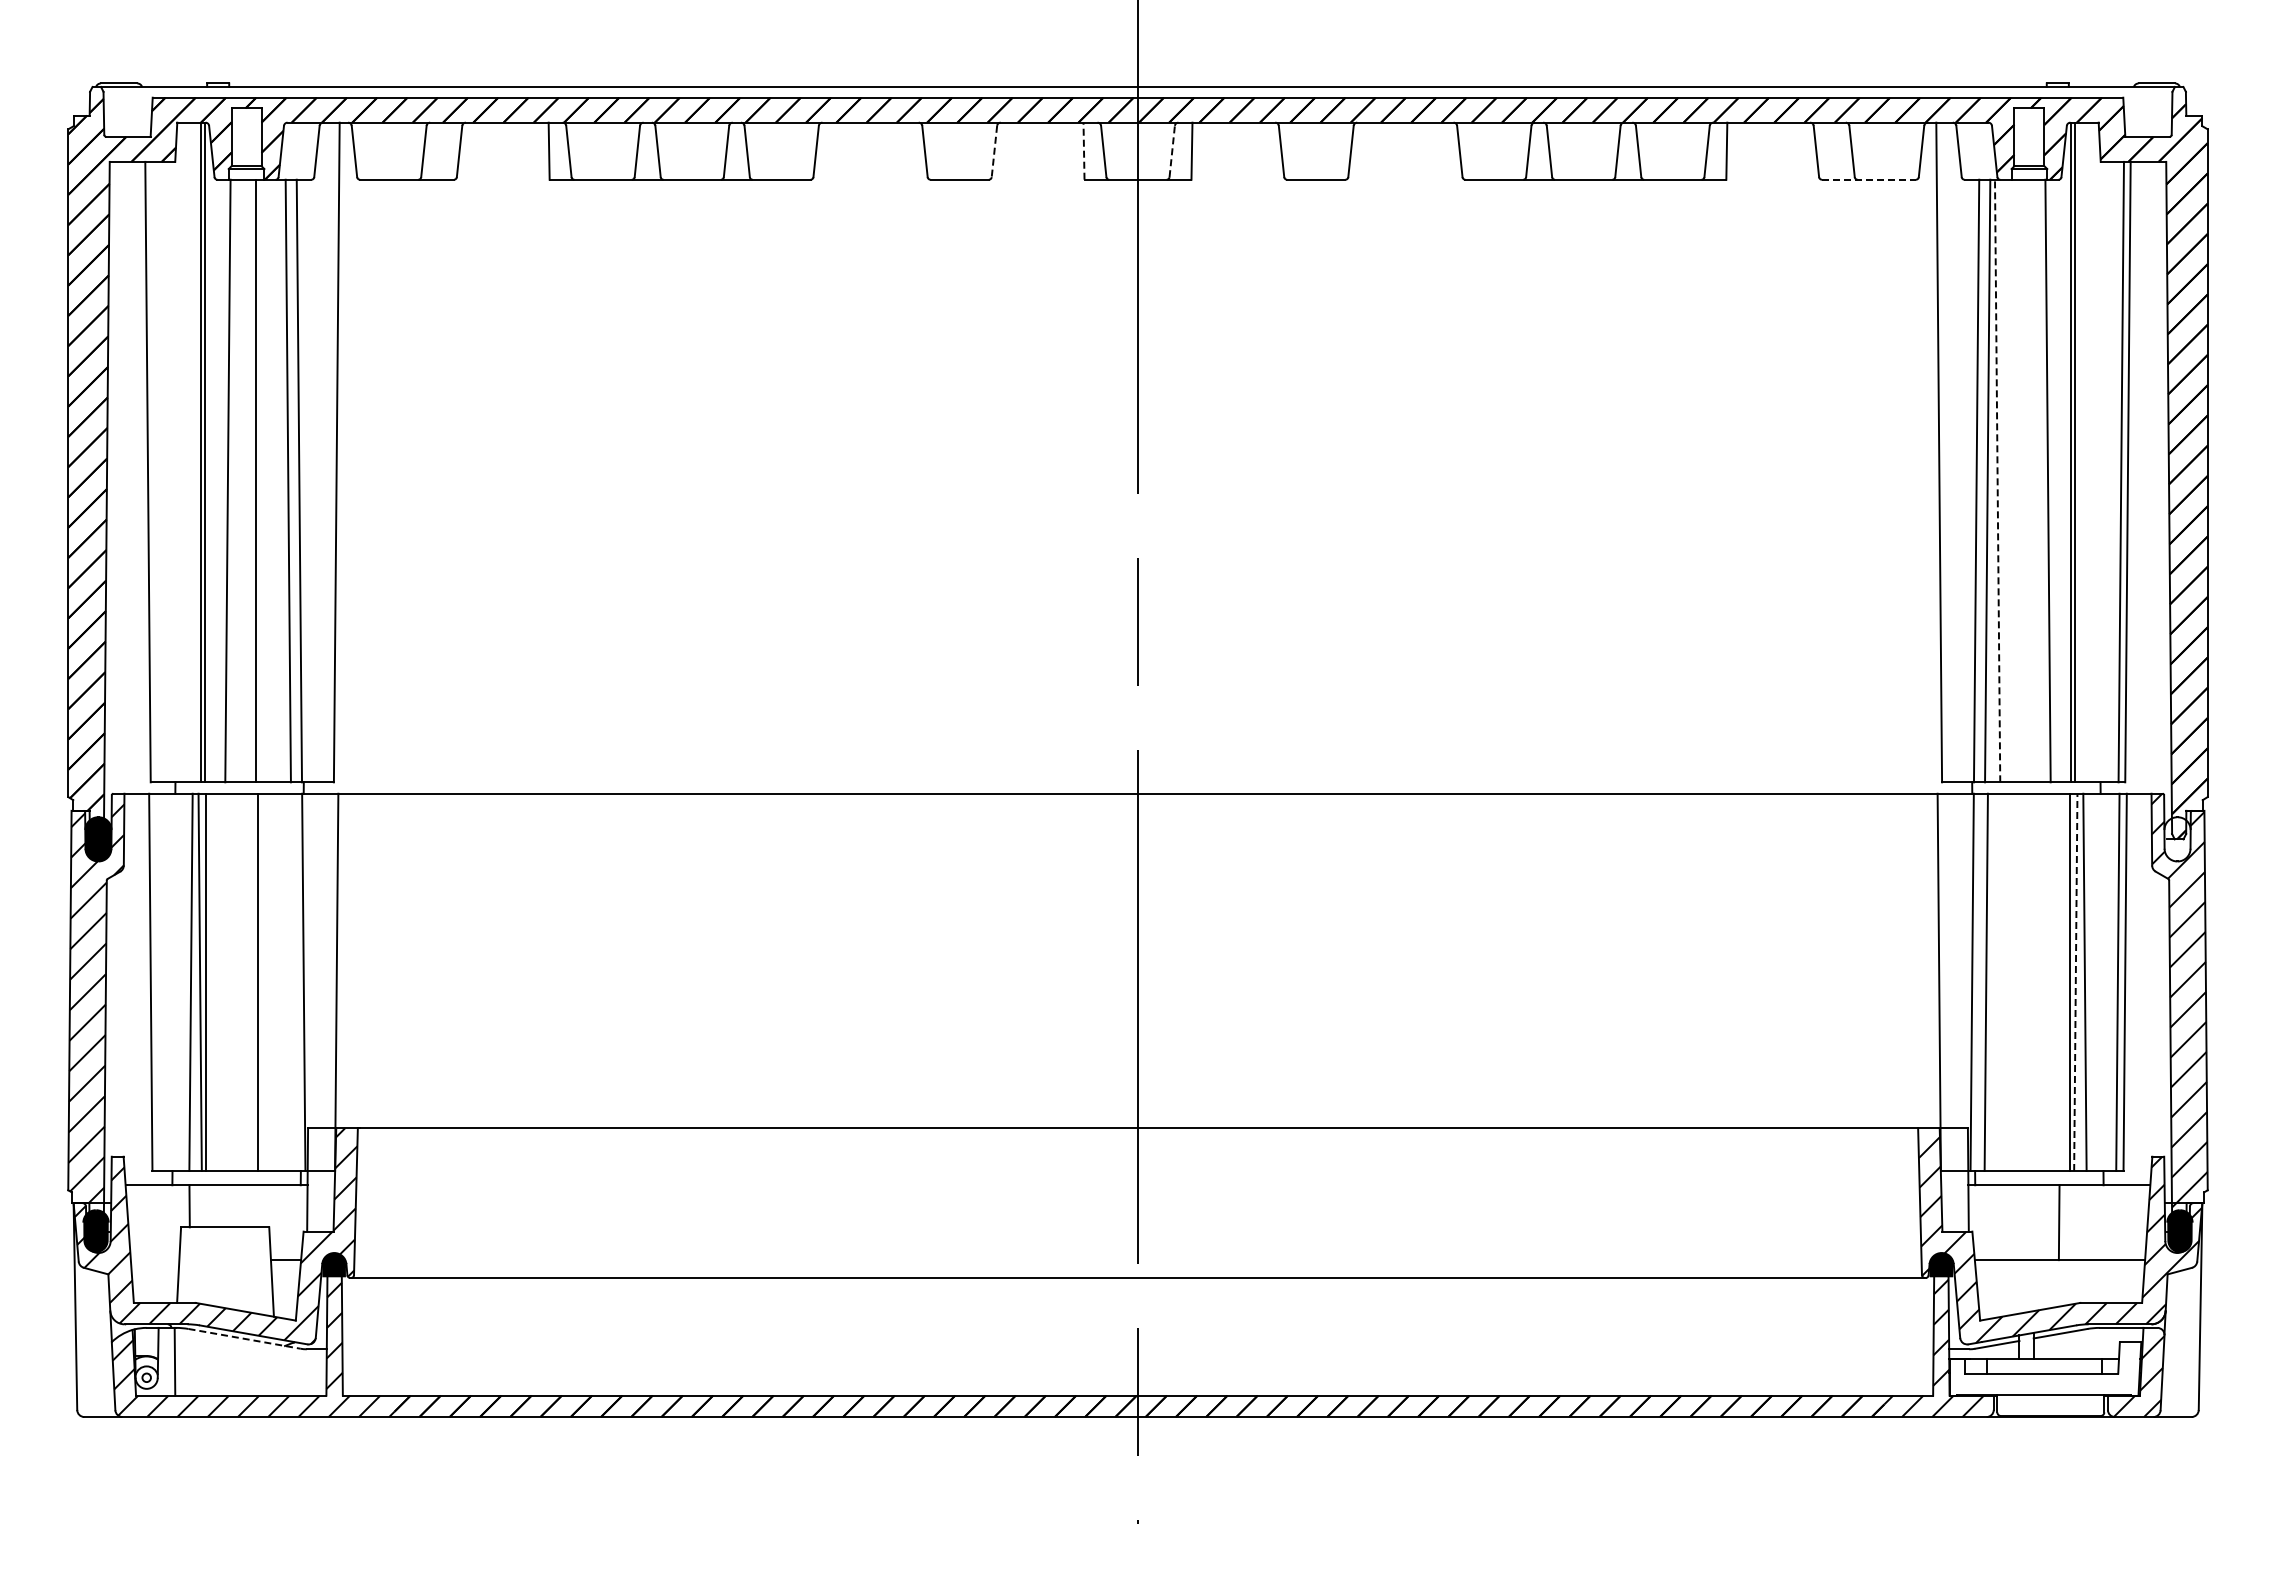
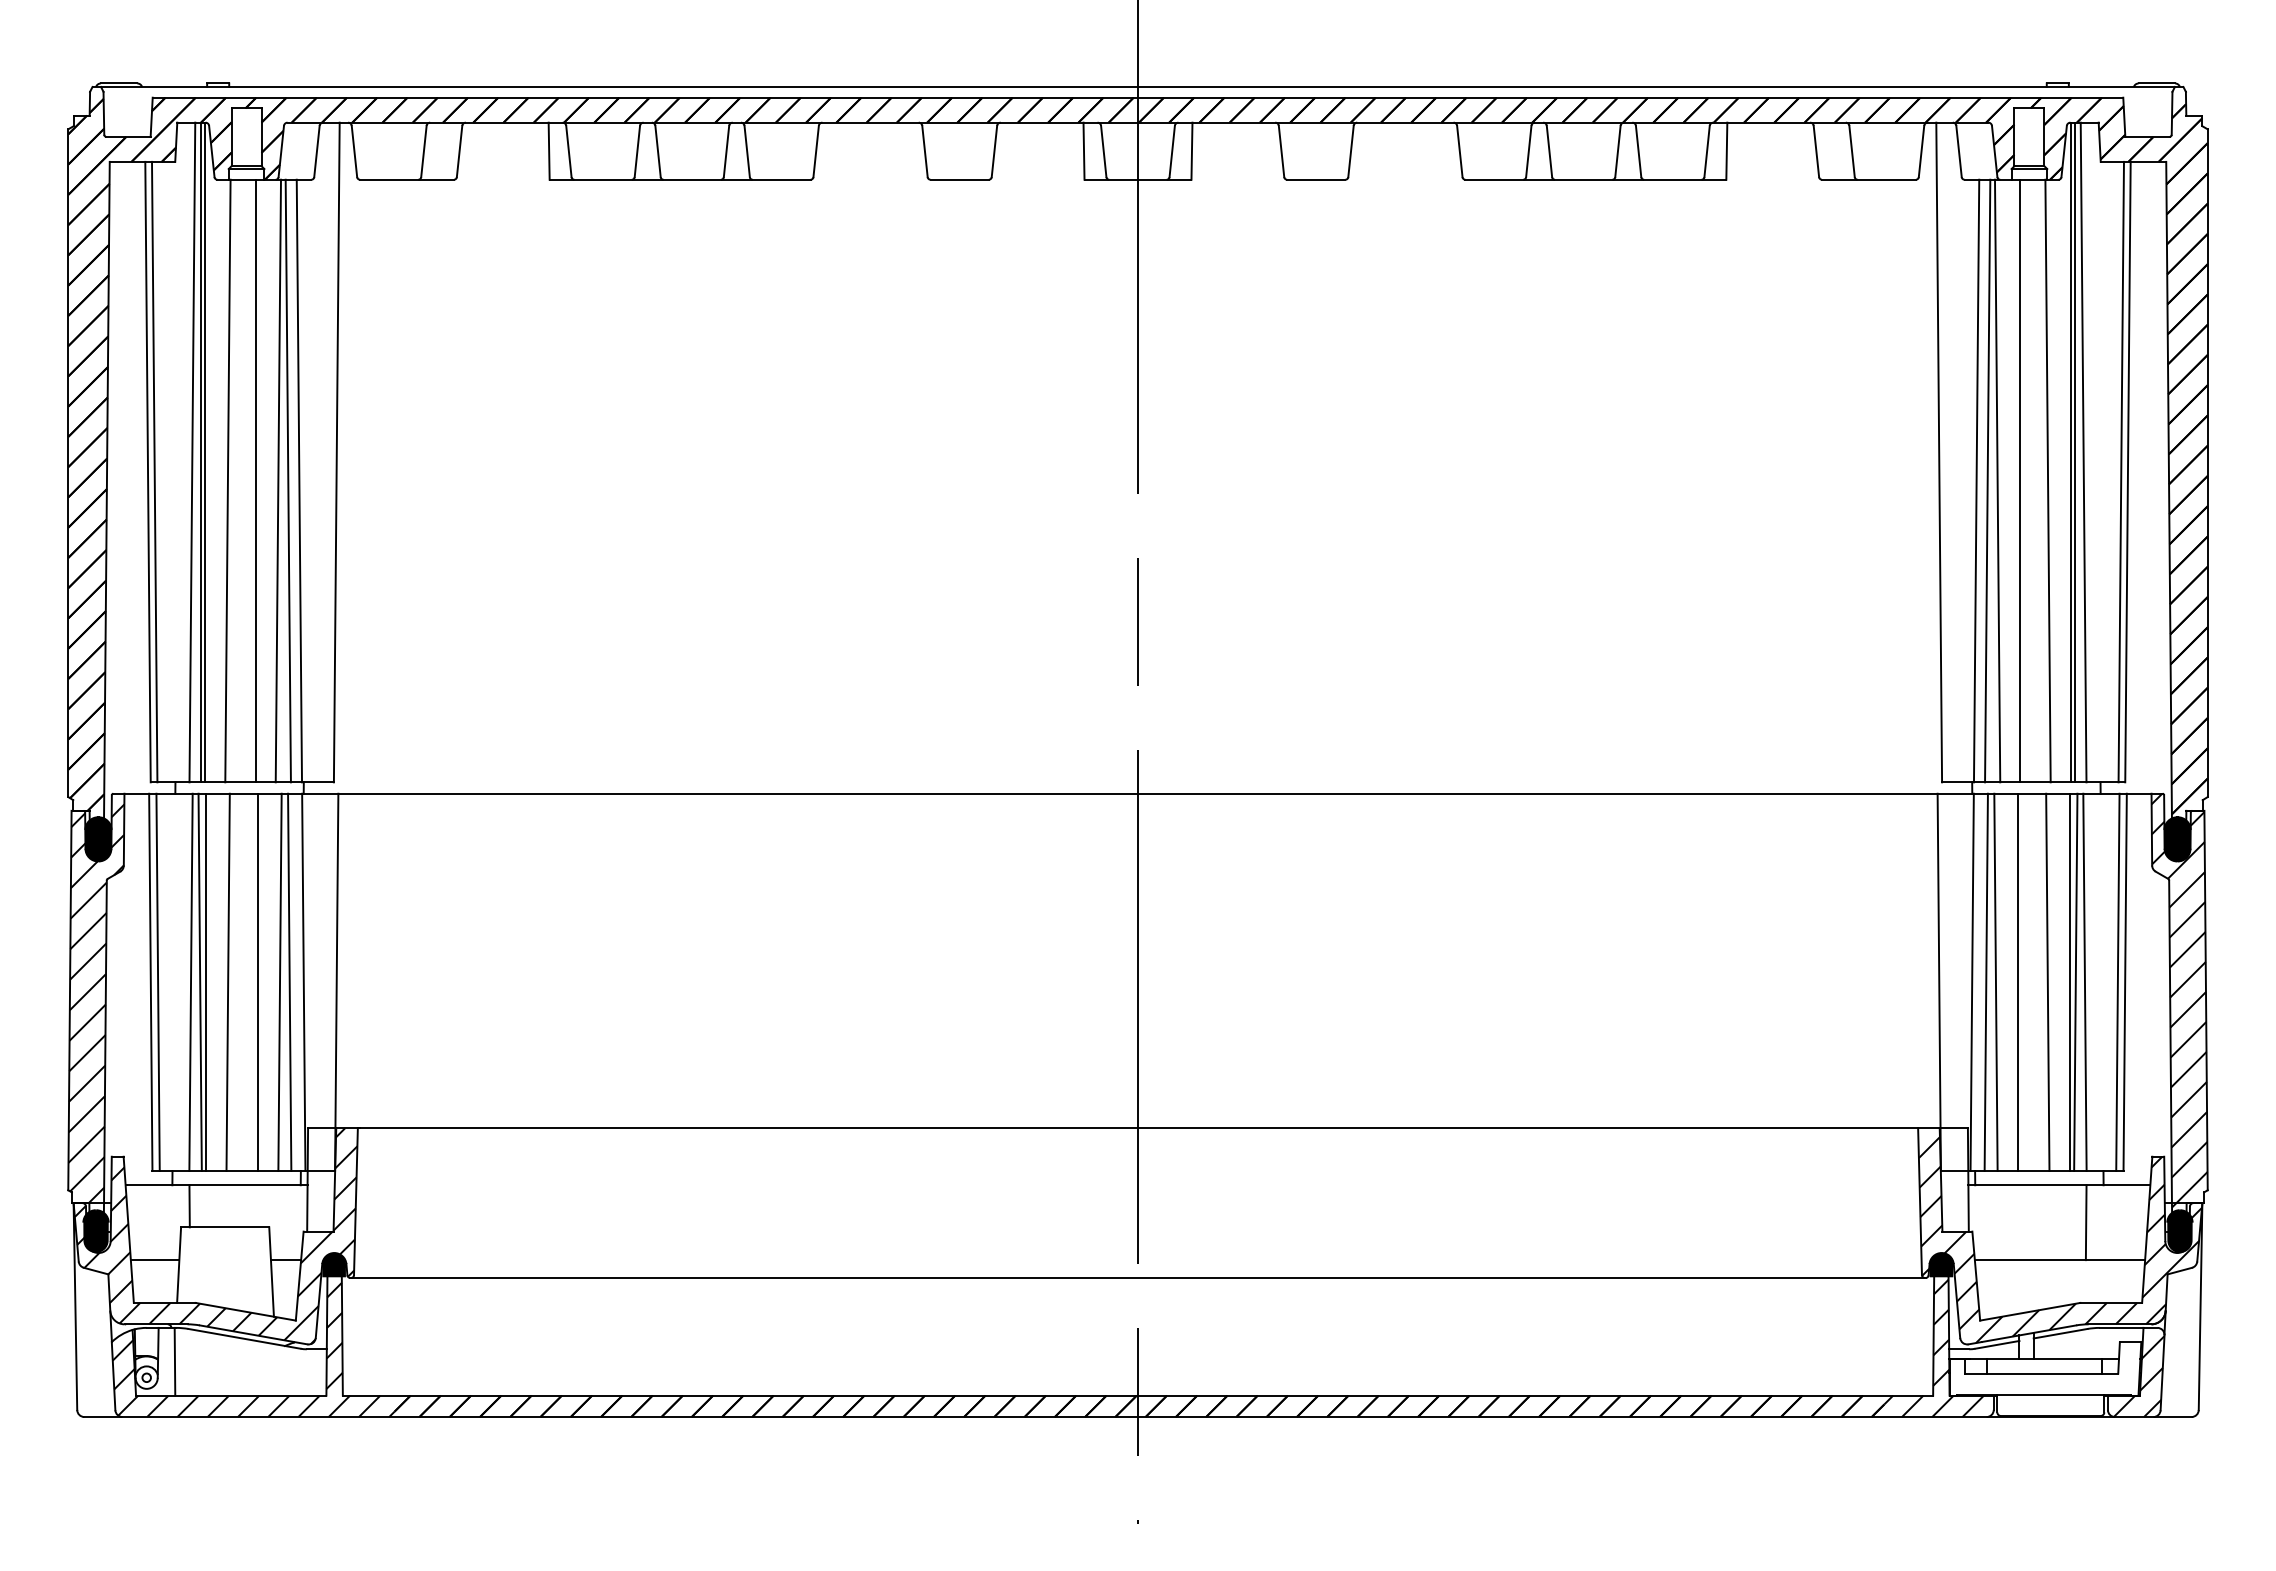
line at (994, 151): dashed -> solid
line at (1084, 151): dashed -> solid
line at (1172, 151): dashed -> solid
line at (1869, 179): dashed -> solid
line at (192, 452): none -> present
line at (2083, 452): none -> present
line at (154, 471): none -> present
line at (278, 480): none -> present
line at (1997, 480): dashed -> solid
line at (2020, 480): none -> present
fill at (2177, 839): none -> present
line at (157, 982): none -> present
line at (227, 982): none -> present
line at (279, 982): none -> present
line at (289, 982): none -> present
line at (1995, 982): none -> present
line at (2017, 982): none -> present
line at (2047, 982): none -> present
line at (2075, 982): dashed -> solid
line at (2058, 1222) position: (2058, 1222) -> (2085, 1222)
line at (154, 1260): none -> present
line at (244, 1338): dashed -> solid
